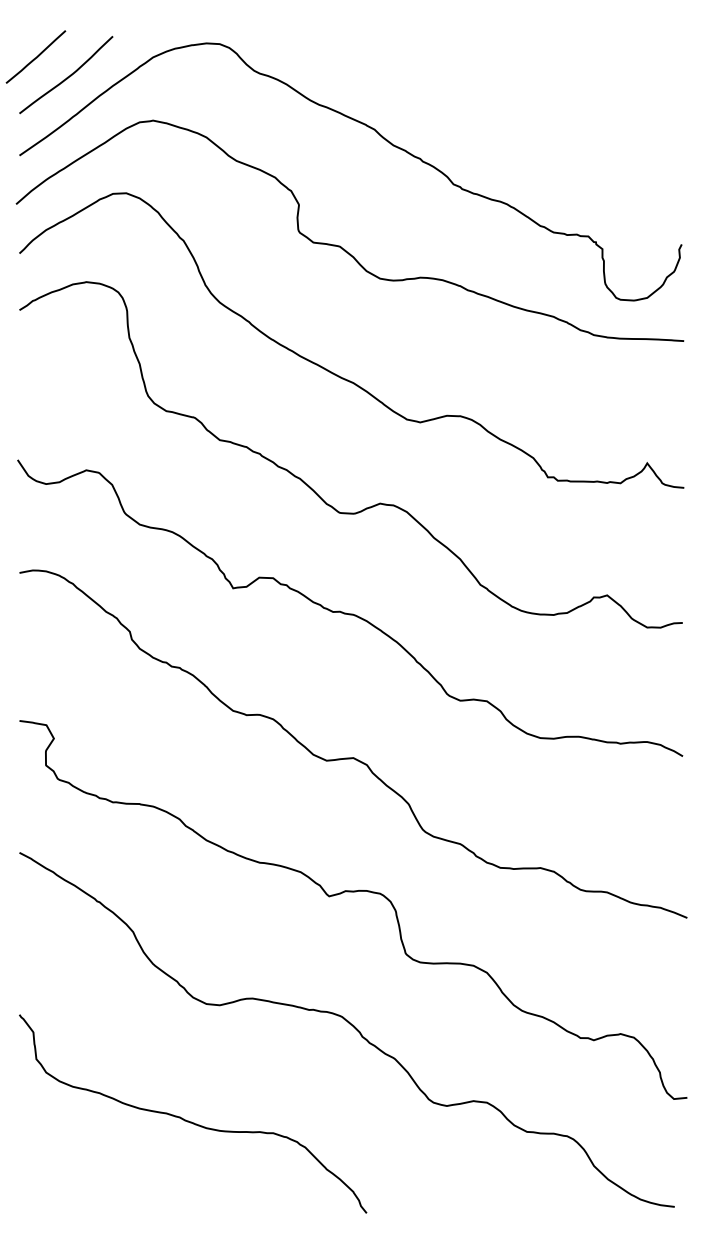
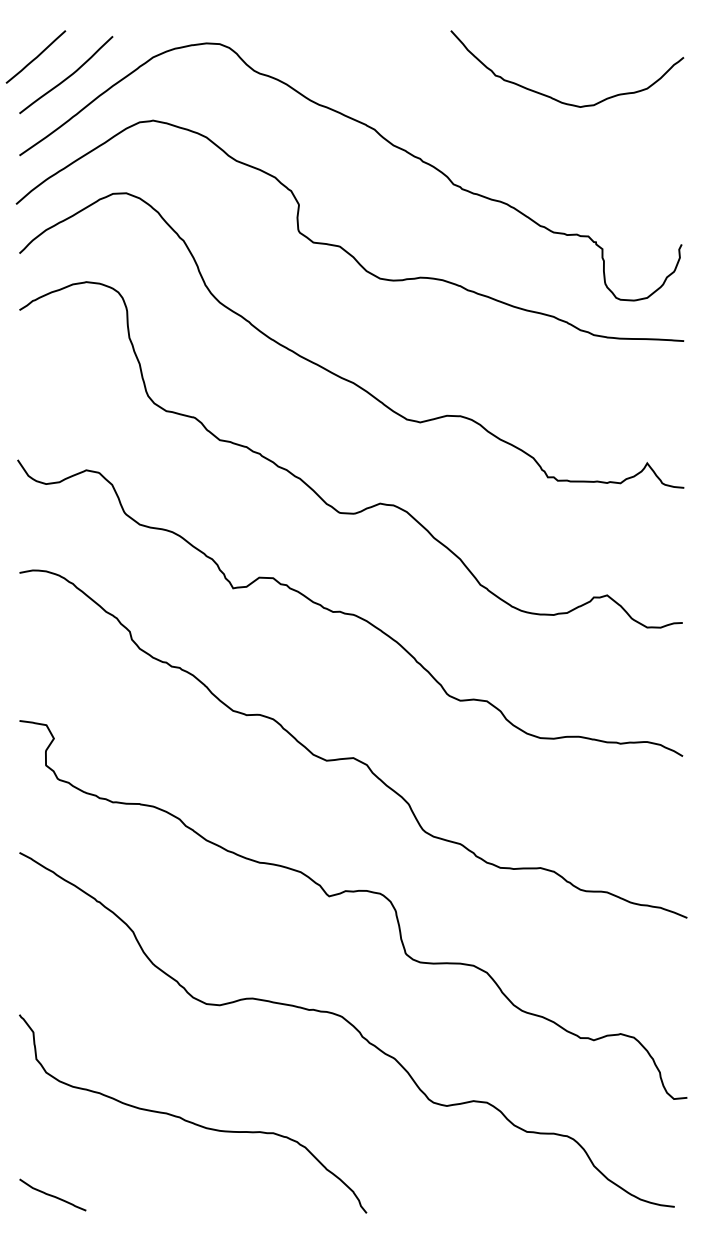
curve at (551, 96): none -> present
curve at (51, 1194): none -> present
